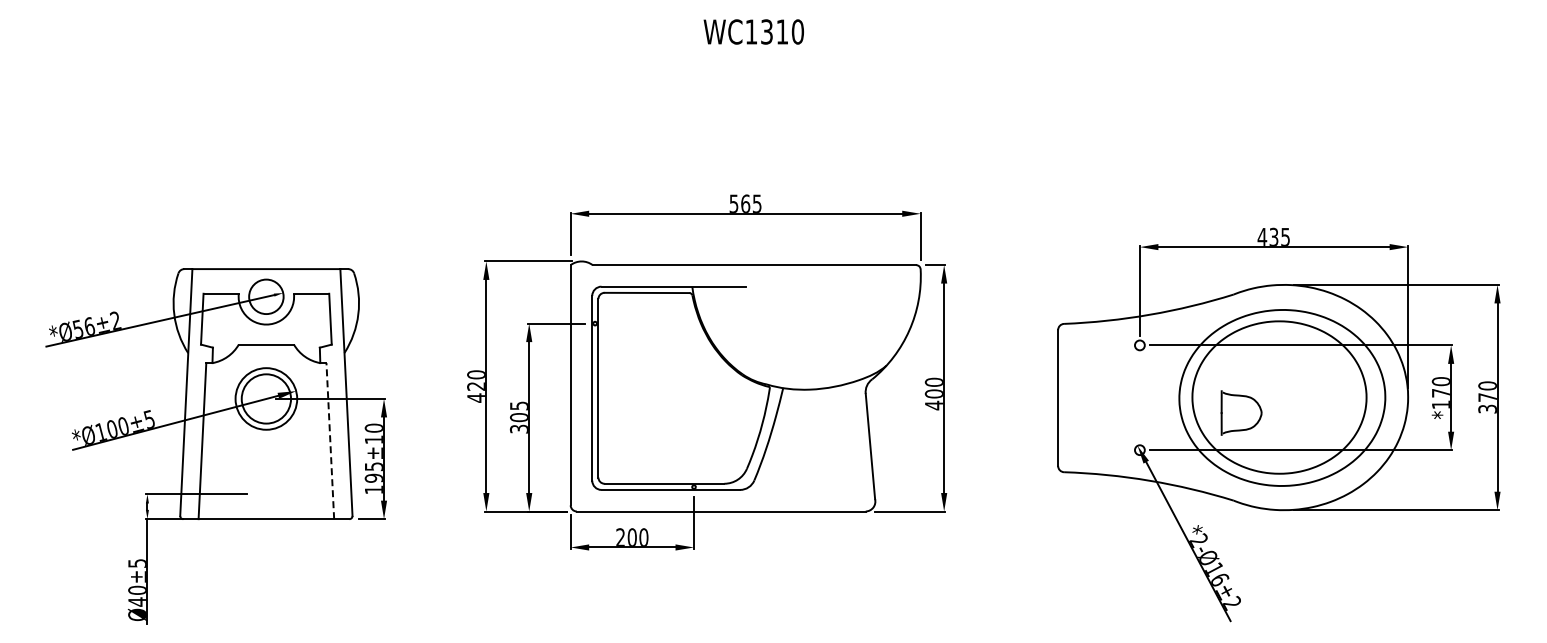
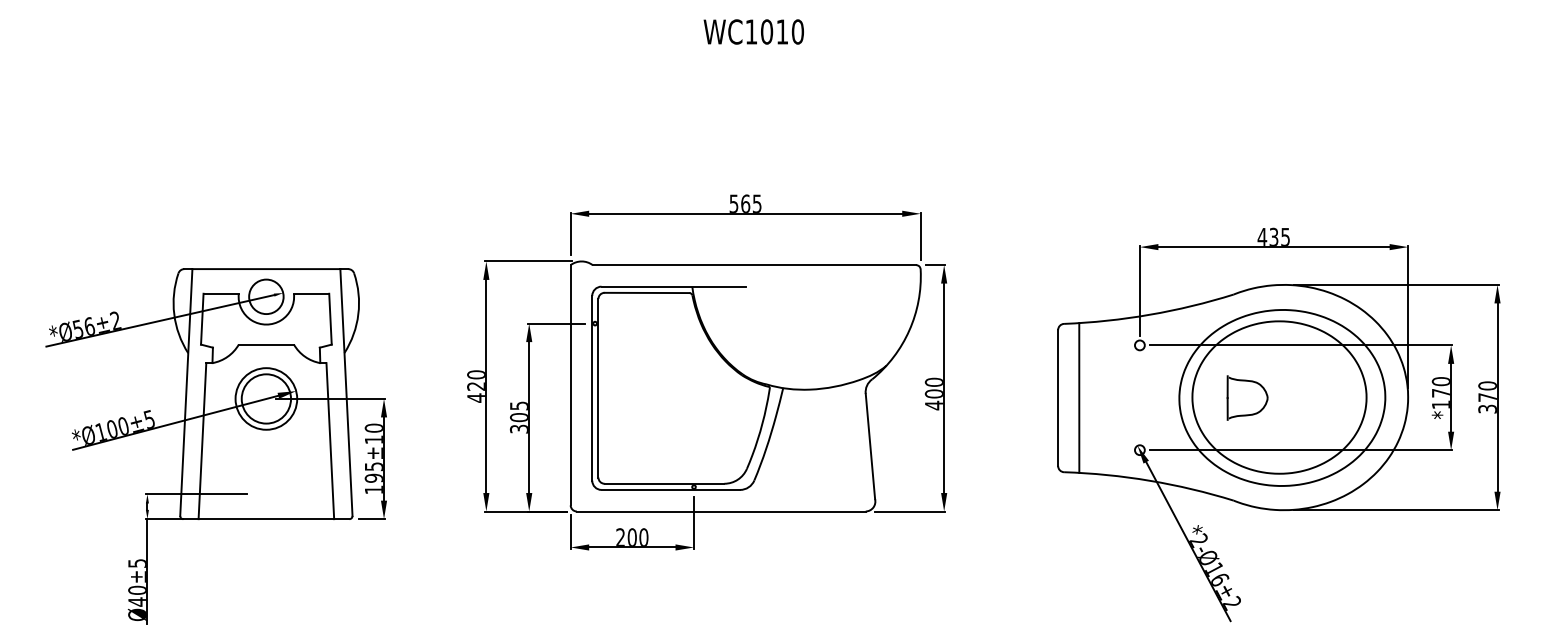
text at (767, 31): WC1310 -> WC1010
line at (1079, 397): none -> present
part at (1241, 412) position: (1241, 412) -> (1247, 397)
line at (330, 440): dashed -> solid
